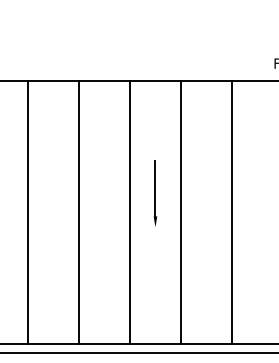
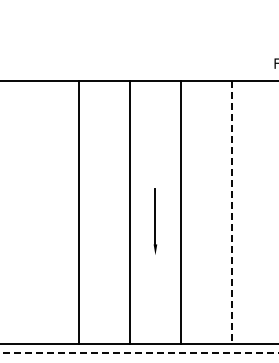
part at (155, 193) position: (155, 193) -> (155, 221)
line at (28, 212): present -> none
line at (231, 213): solid -> dashed
line at (139, 352): solid -> dashed
